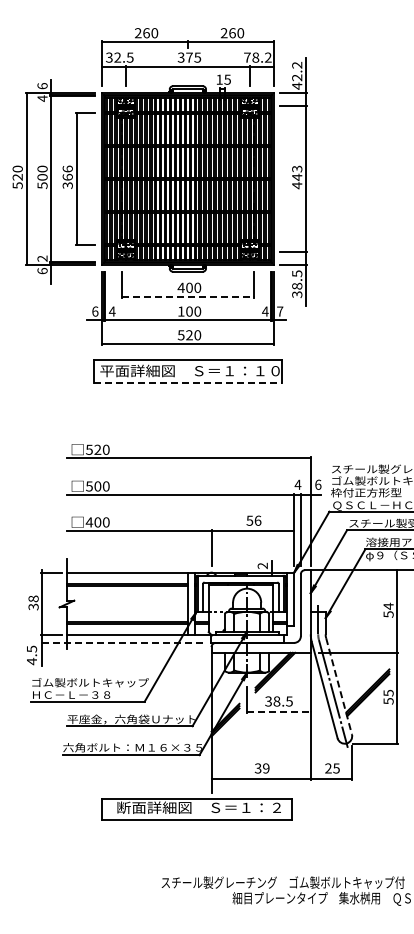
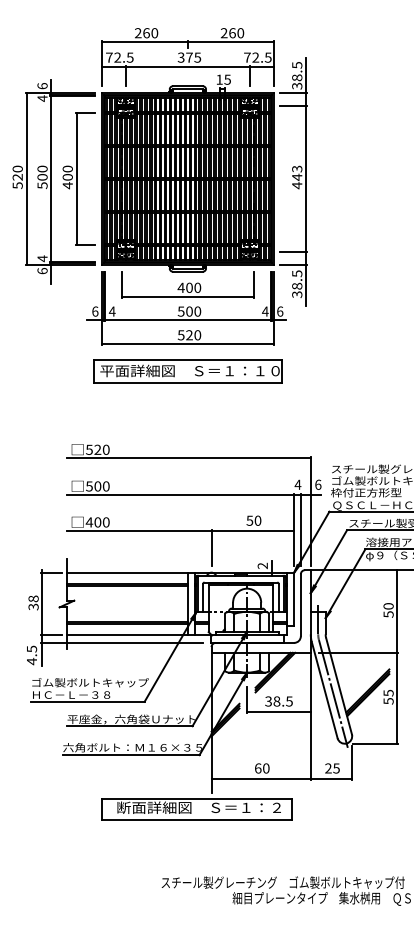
text at (109, 57): 32.5 -> 72.5
text at (261, 57): 78.2 -> 72.5
text at (297, 75): 42.2 -> 38.5
text at (67, 177): 366 -> 400
text at (42, 258): 2 -> 4
line at (188, 296): dashed -> solid
text at (180, 311): 100 -> 500
text at (280, 311): 7 -> 6
line at (188, 383): dashed -> solid
text at (257, 520): 56 -> 50
text at (388, 606): 54 -> 50
line at (121, 642): dashed -> solid
line at (339, 686): dashed -> solid
line at (278, 711): dashed -> solid
text at (261, 768): 39 -> 60
